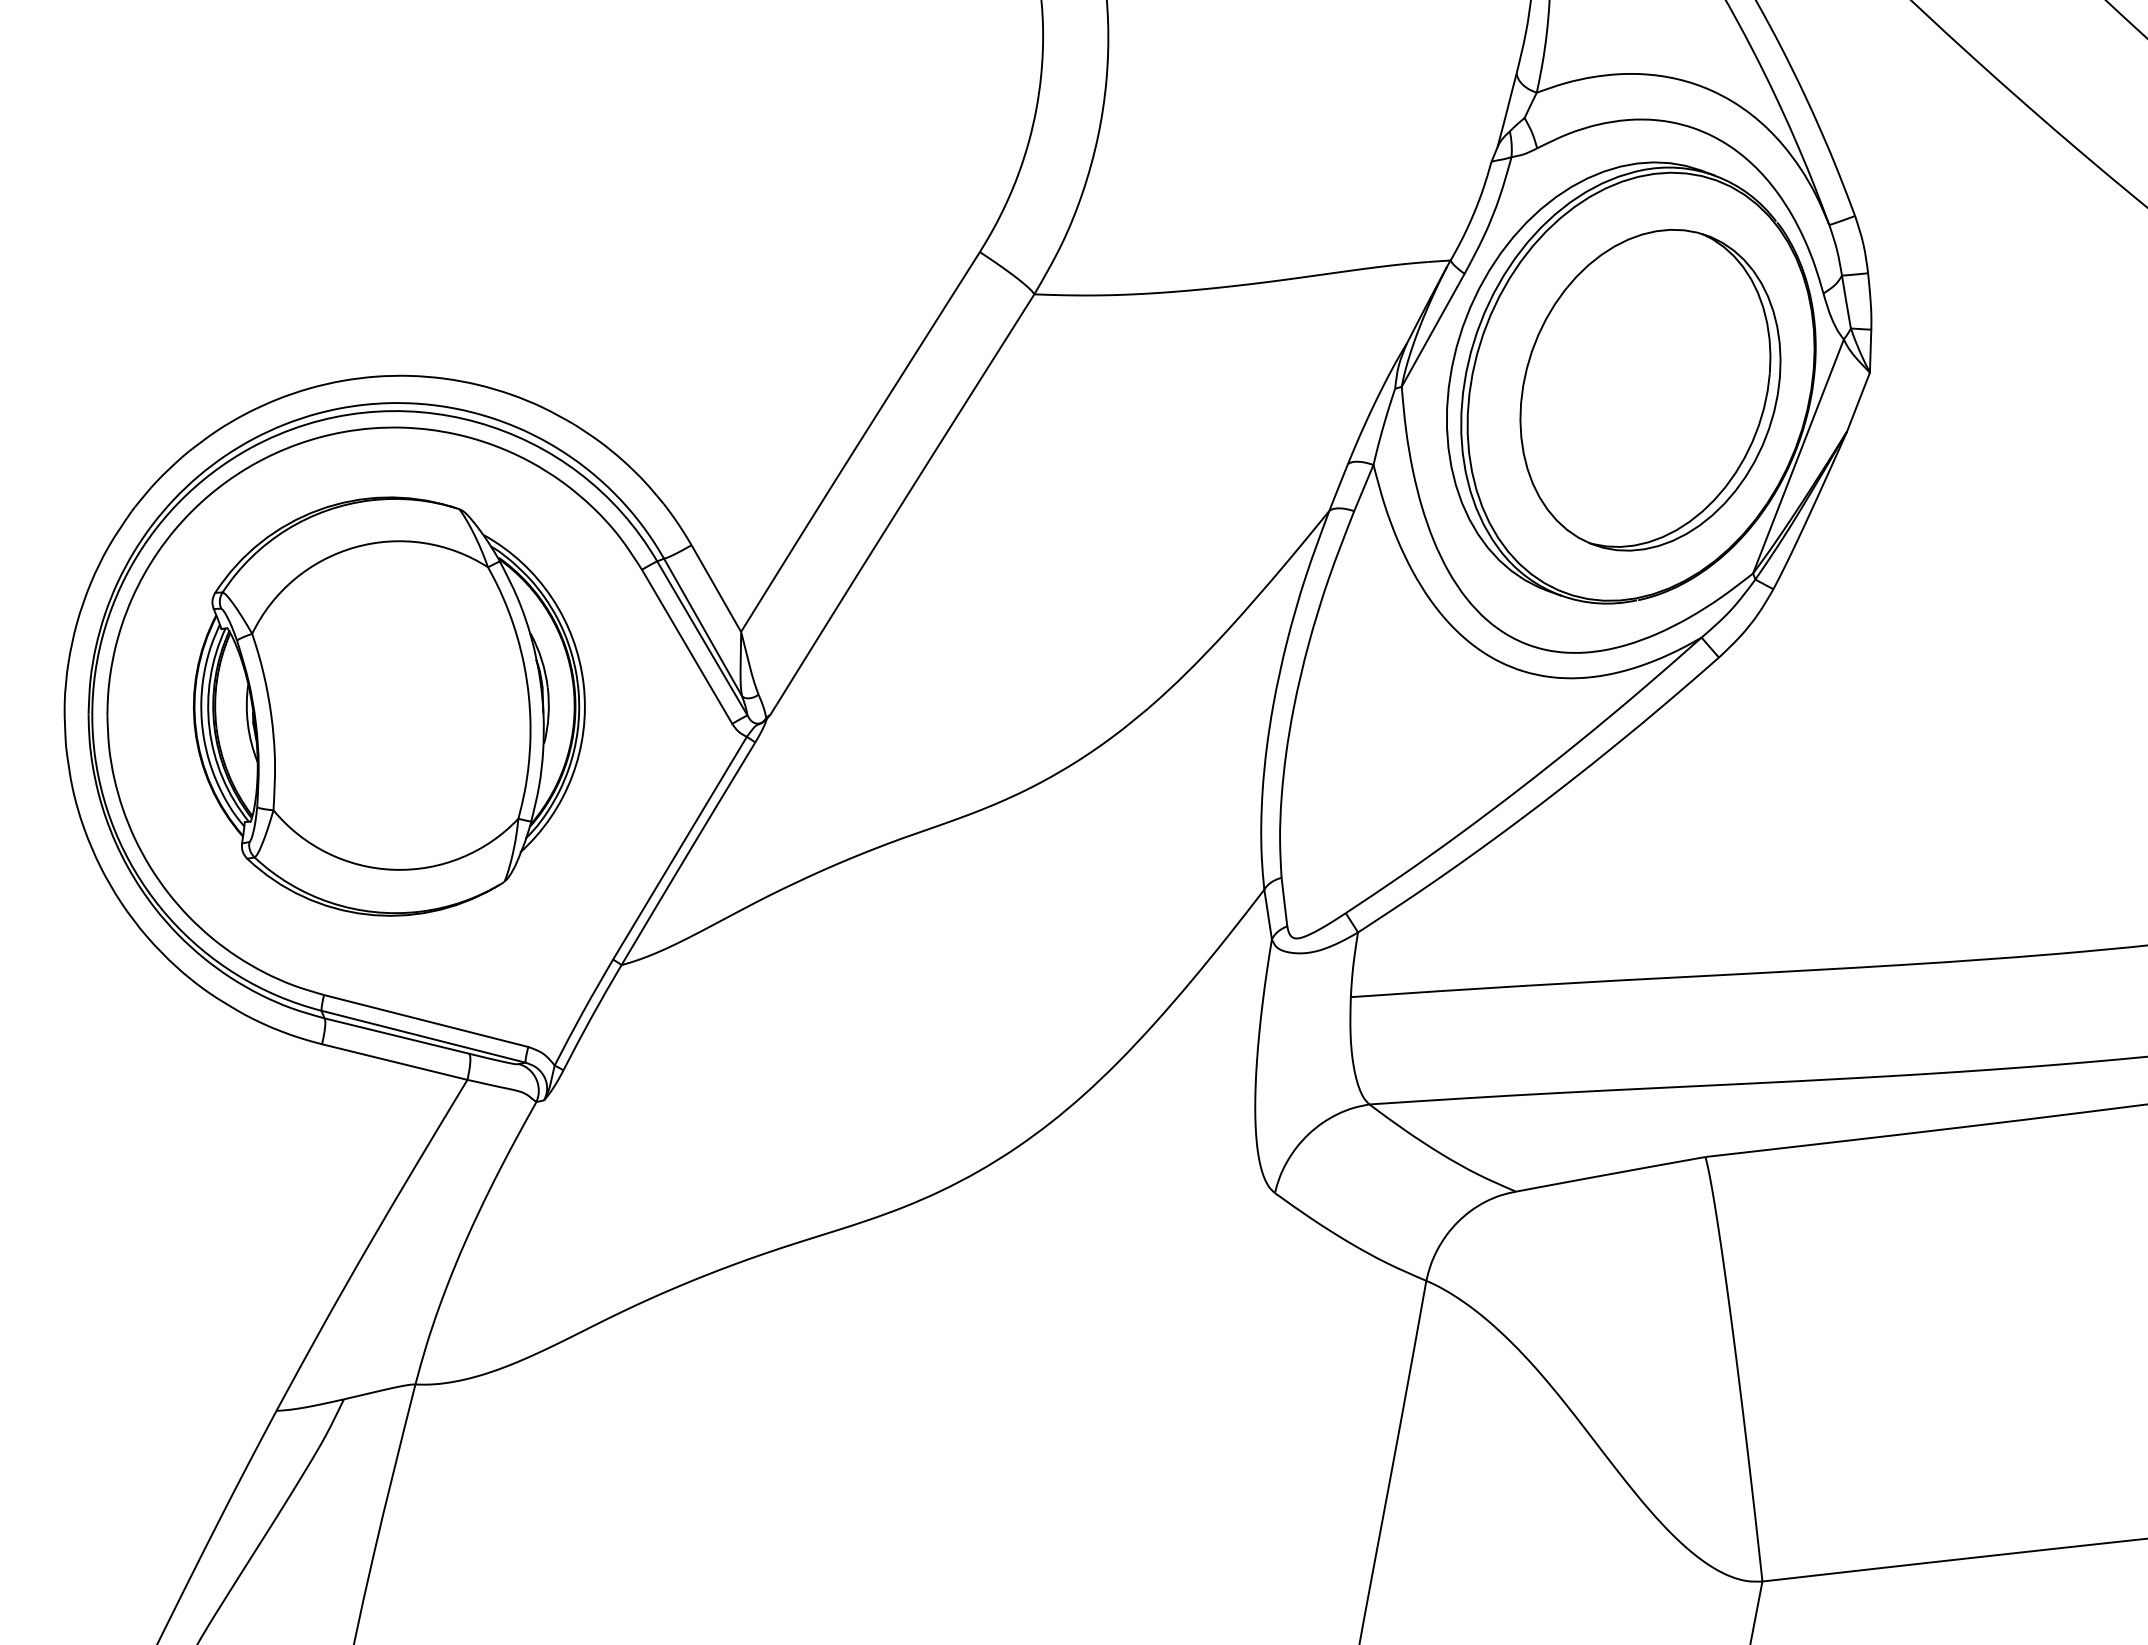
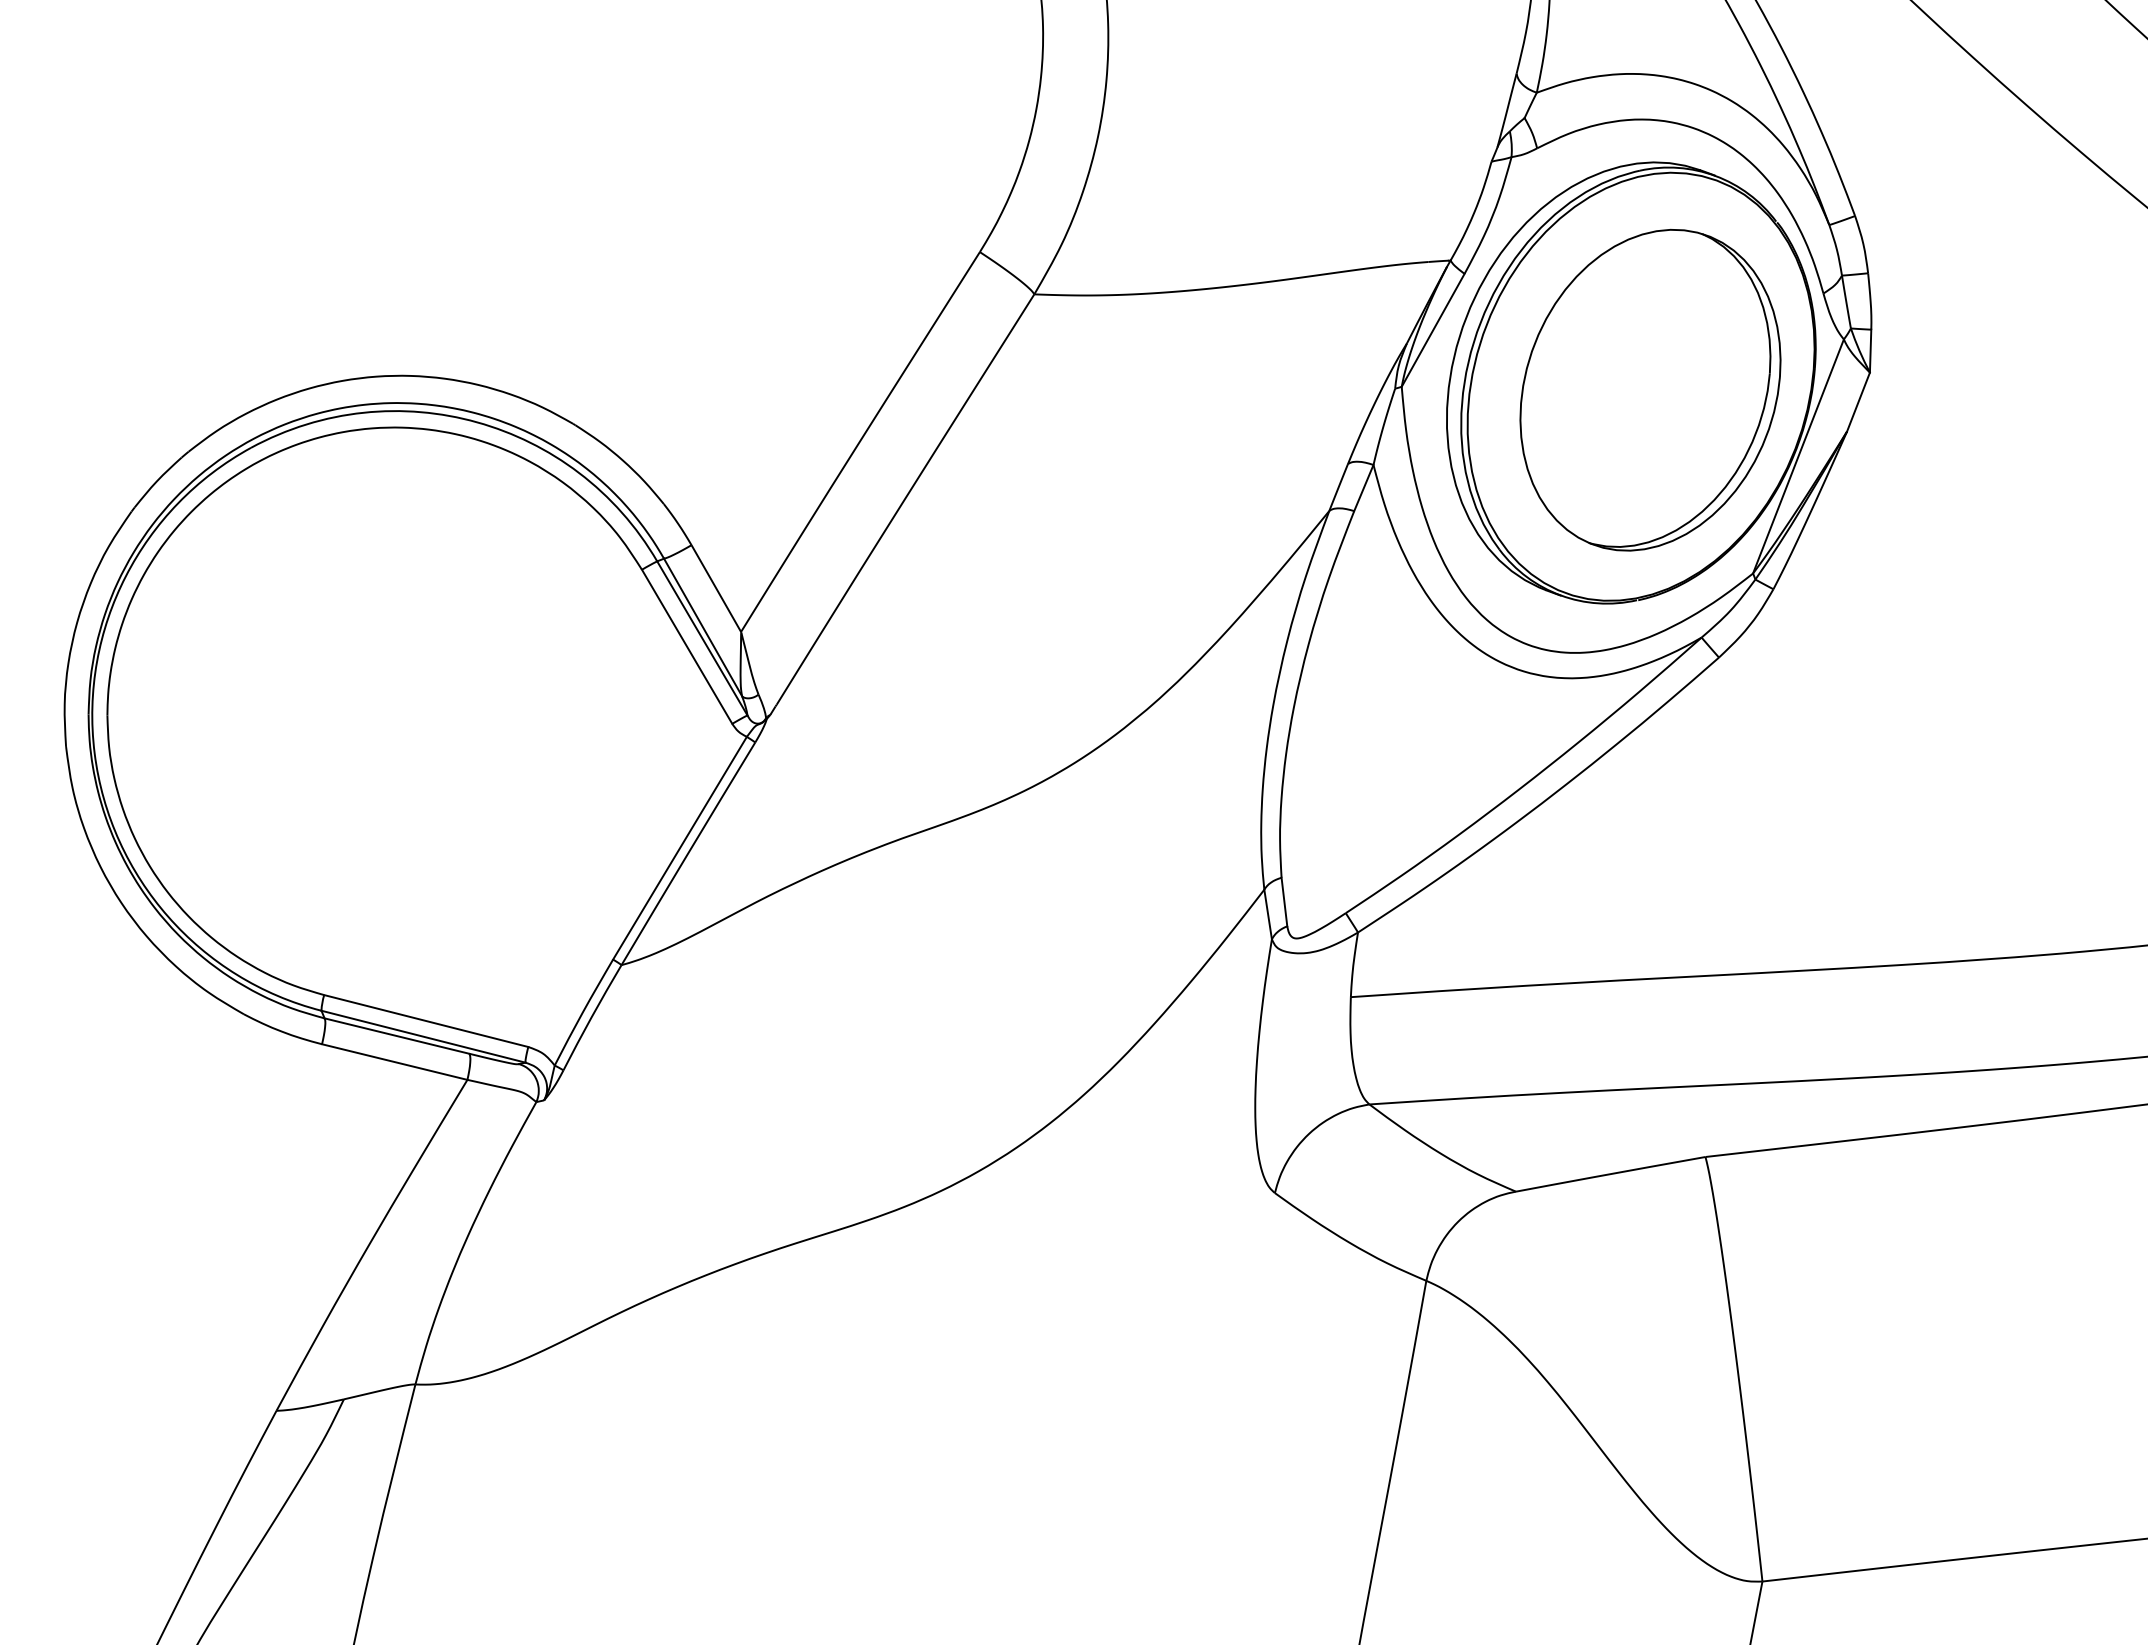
part at (389, 706): present -> none
